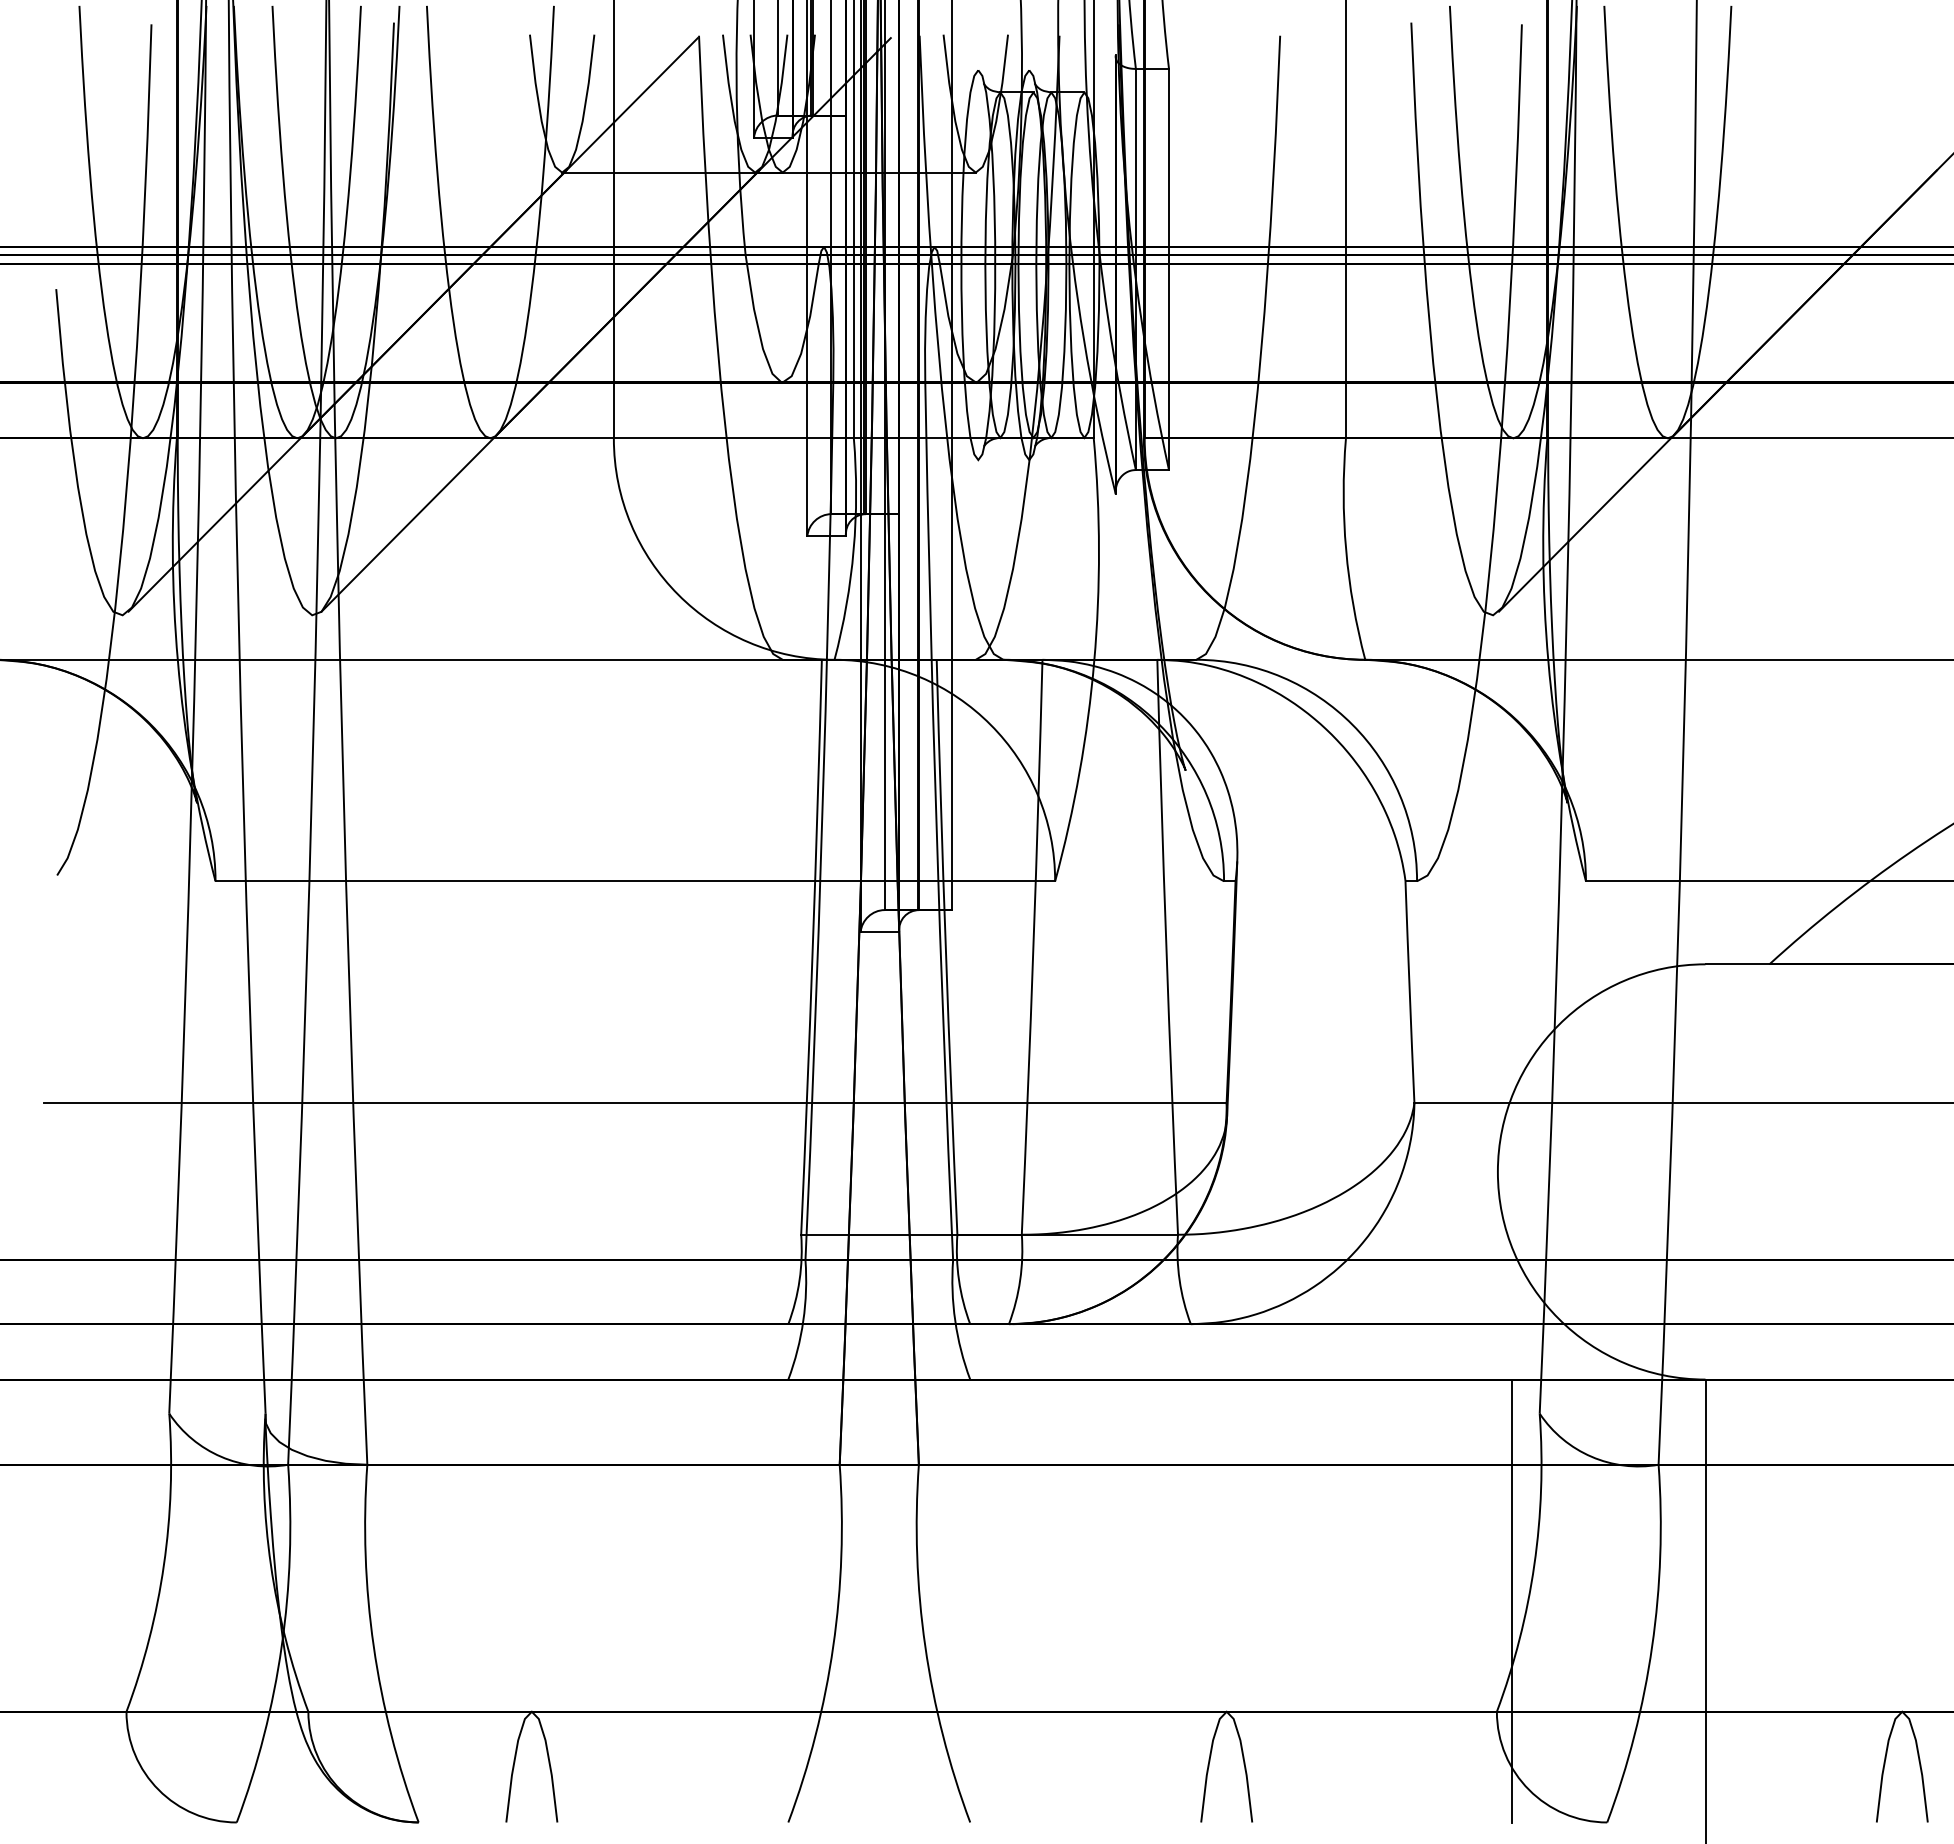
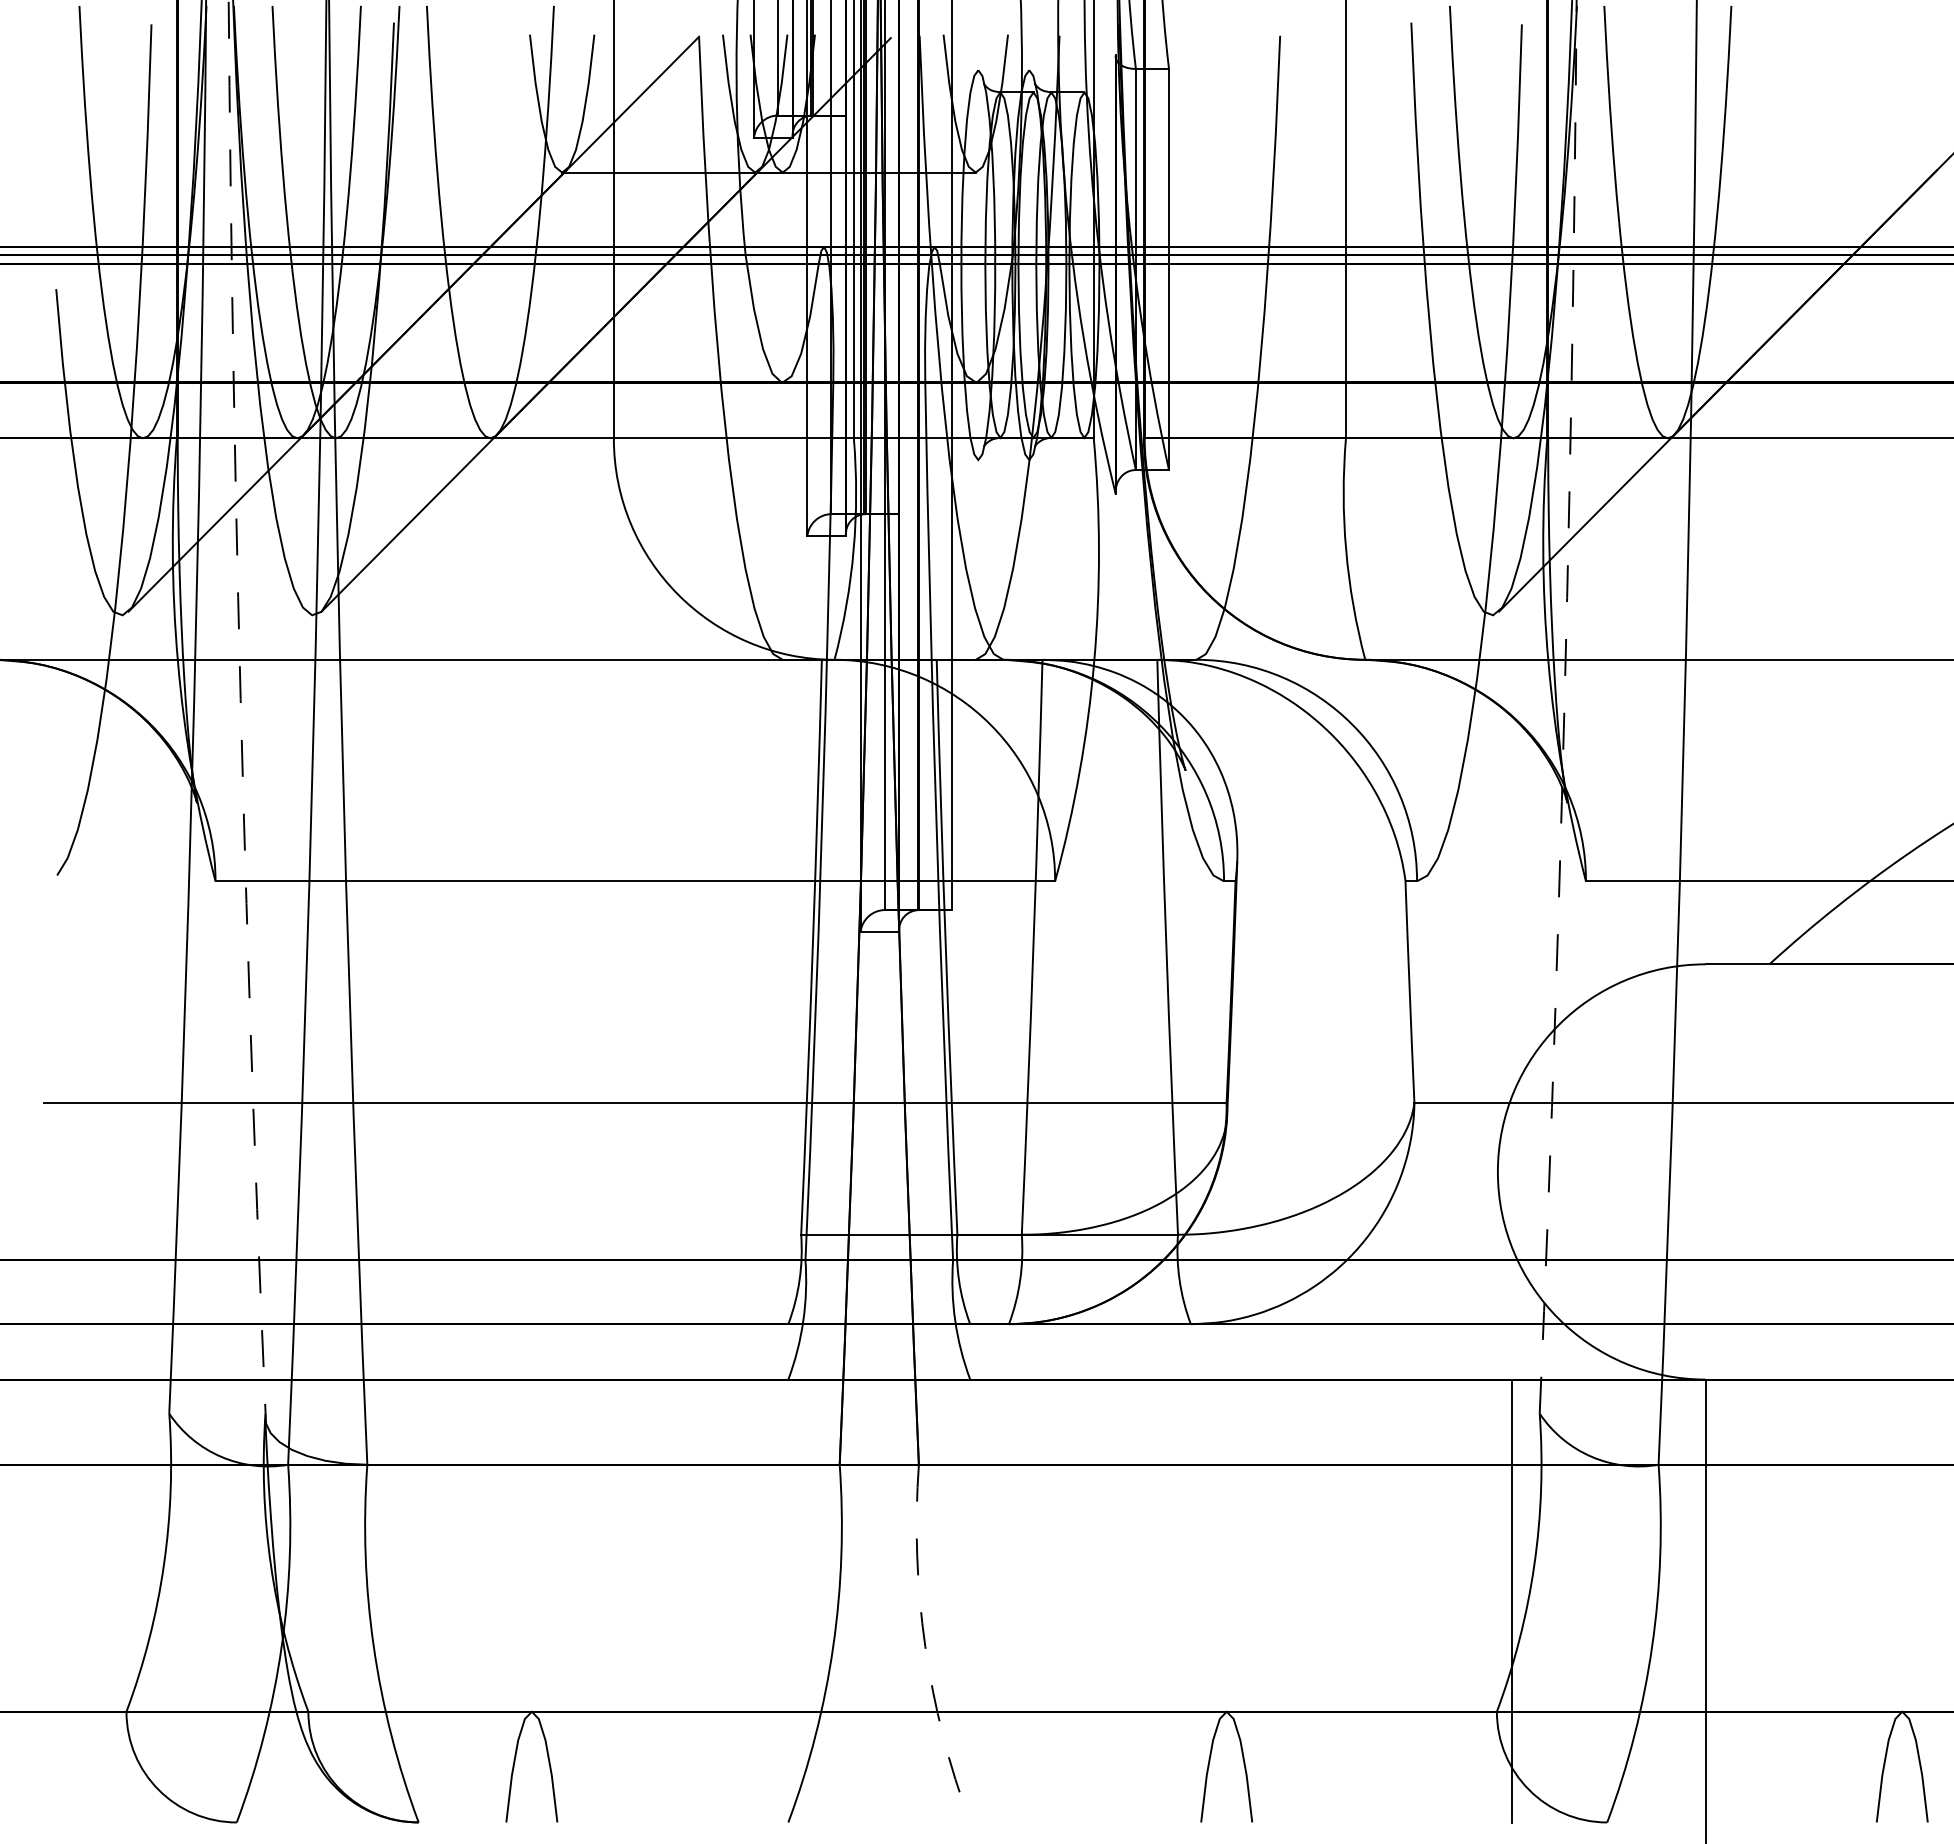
arc at (1564, 706): solid -> dashed
arc at (241, 707): solid -> dashed
arc at (925, 1646): solid -> dashed
